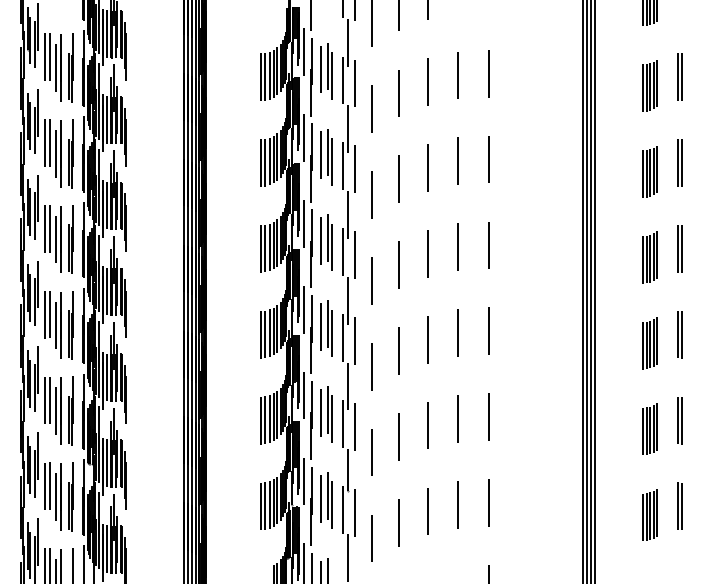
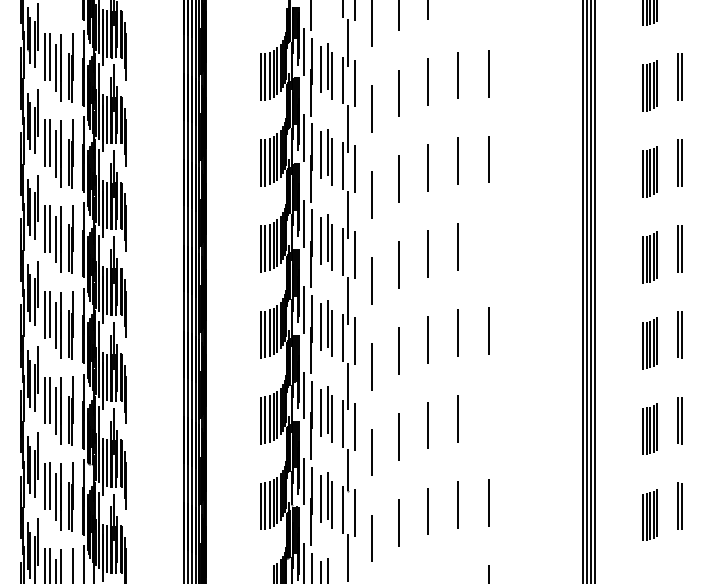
line at (488, 245): present -> none
line at (488, 416): present -> none
